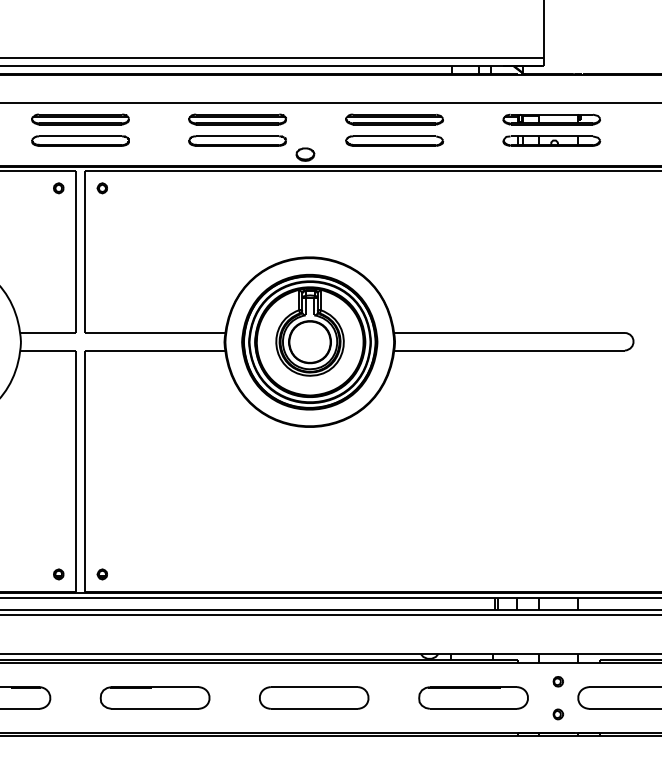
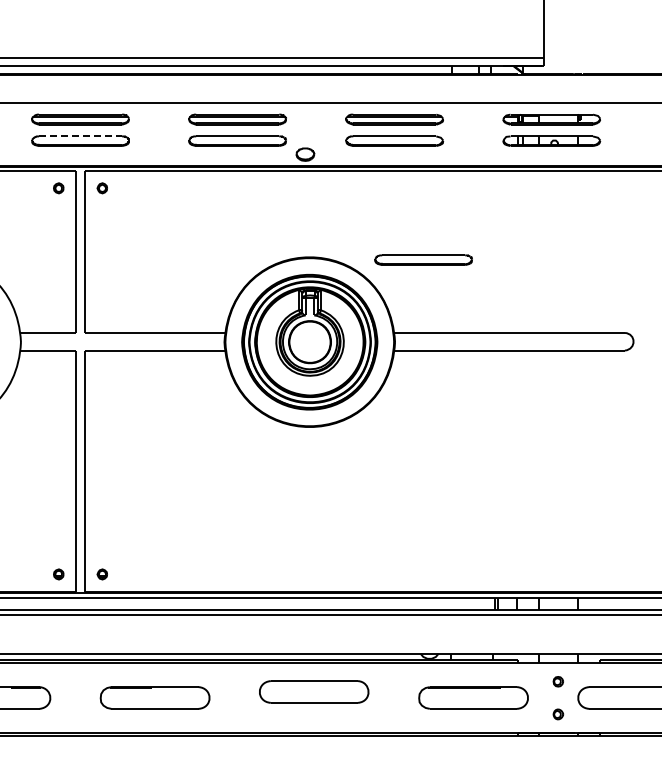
line at (81, 136): solid -> dashed
part at (423, 259): none -> present
part at (314, 697) position: (314, 697) -> (314, 691)
